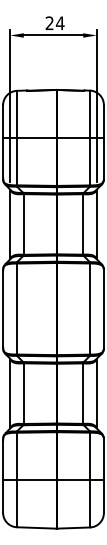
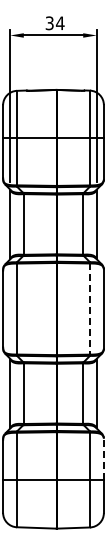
text at (49, 23): 24 -> 34
line at (89, 309): solid -> dashed
line at (103, 459): solid -> dashed
